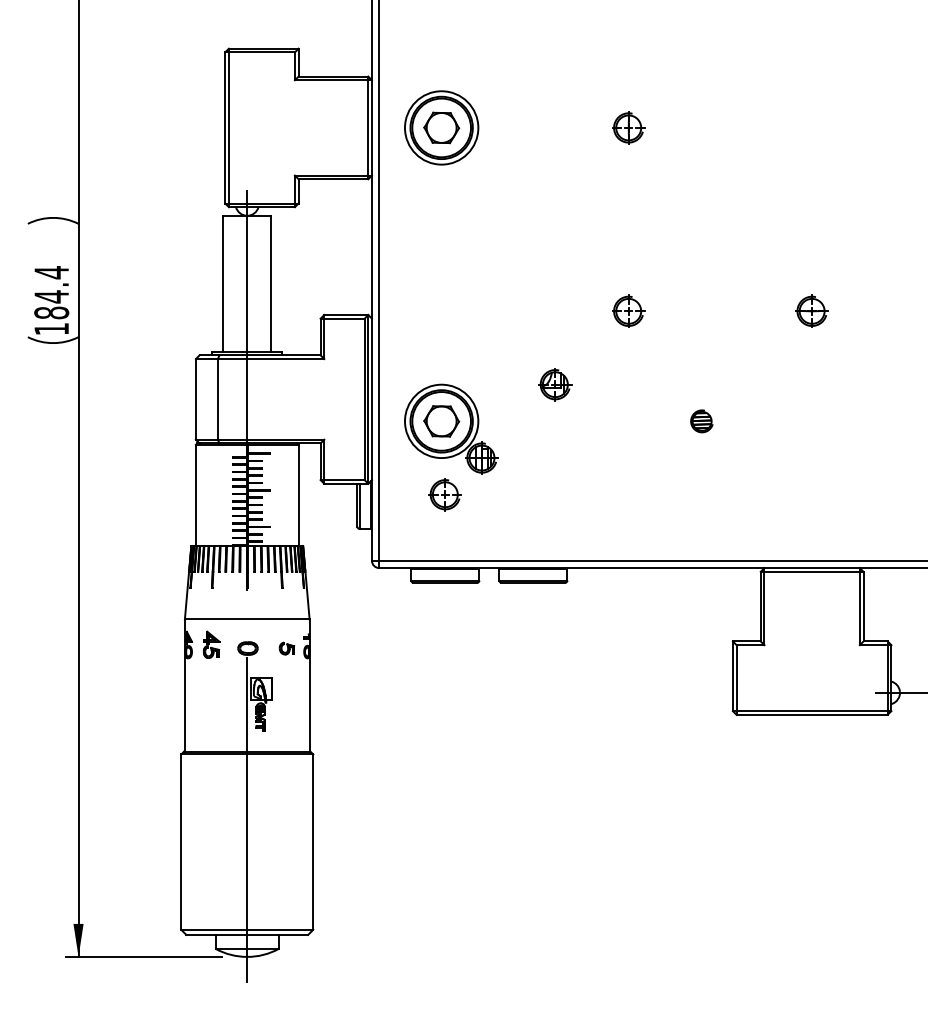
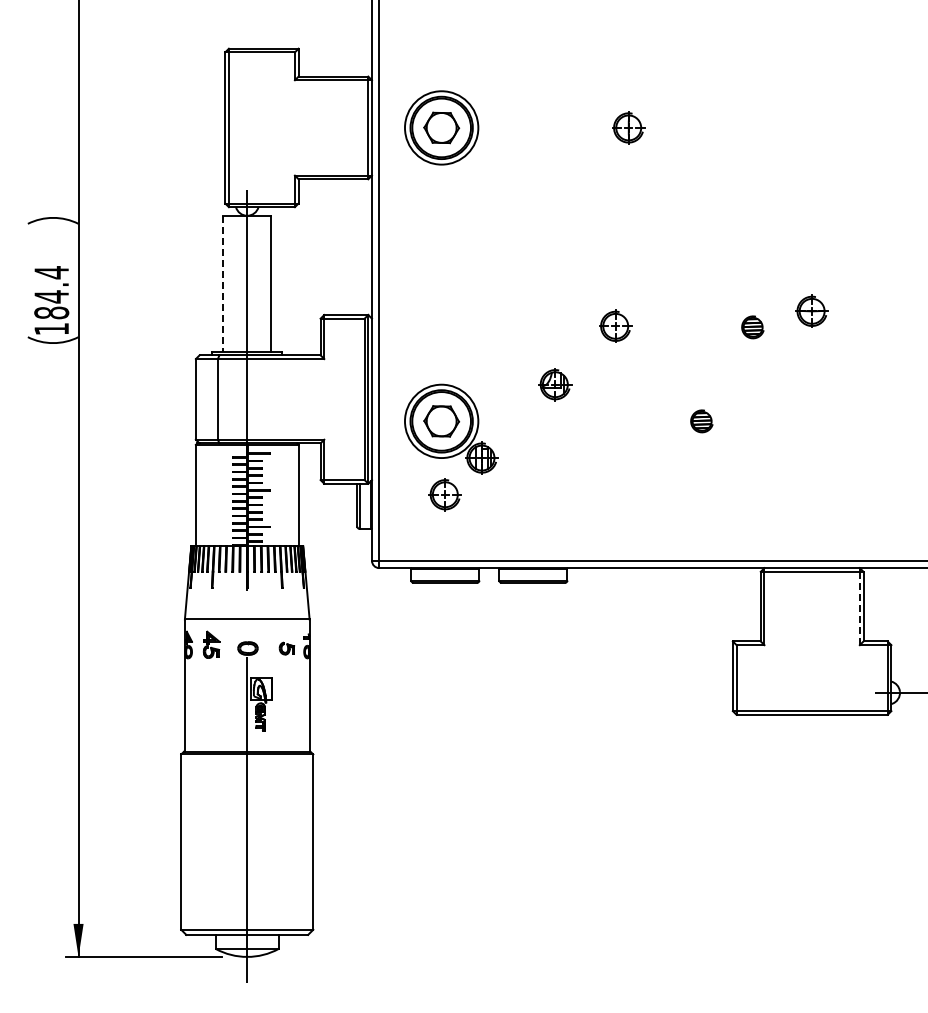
line at (223, 283): solid -> dashed
part at (628, 310) position: (628, 310) -> (615, 325)
part at (752, 327): none -> present
line at (859, 608): solid -> dashed
